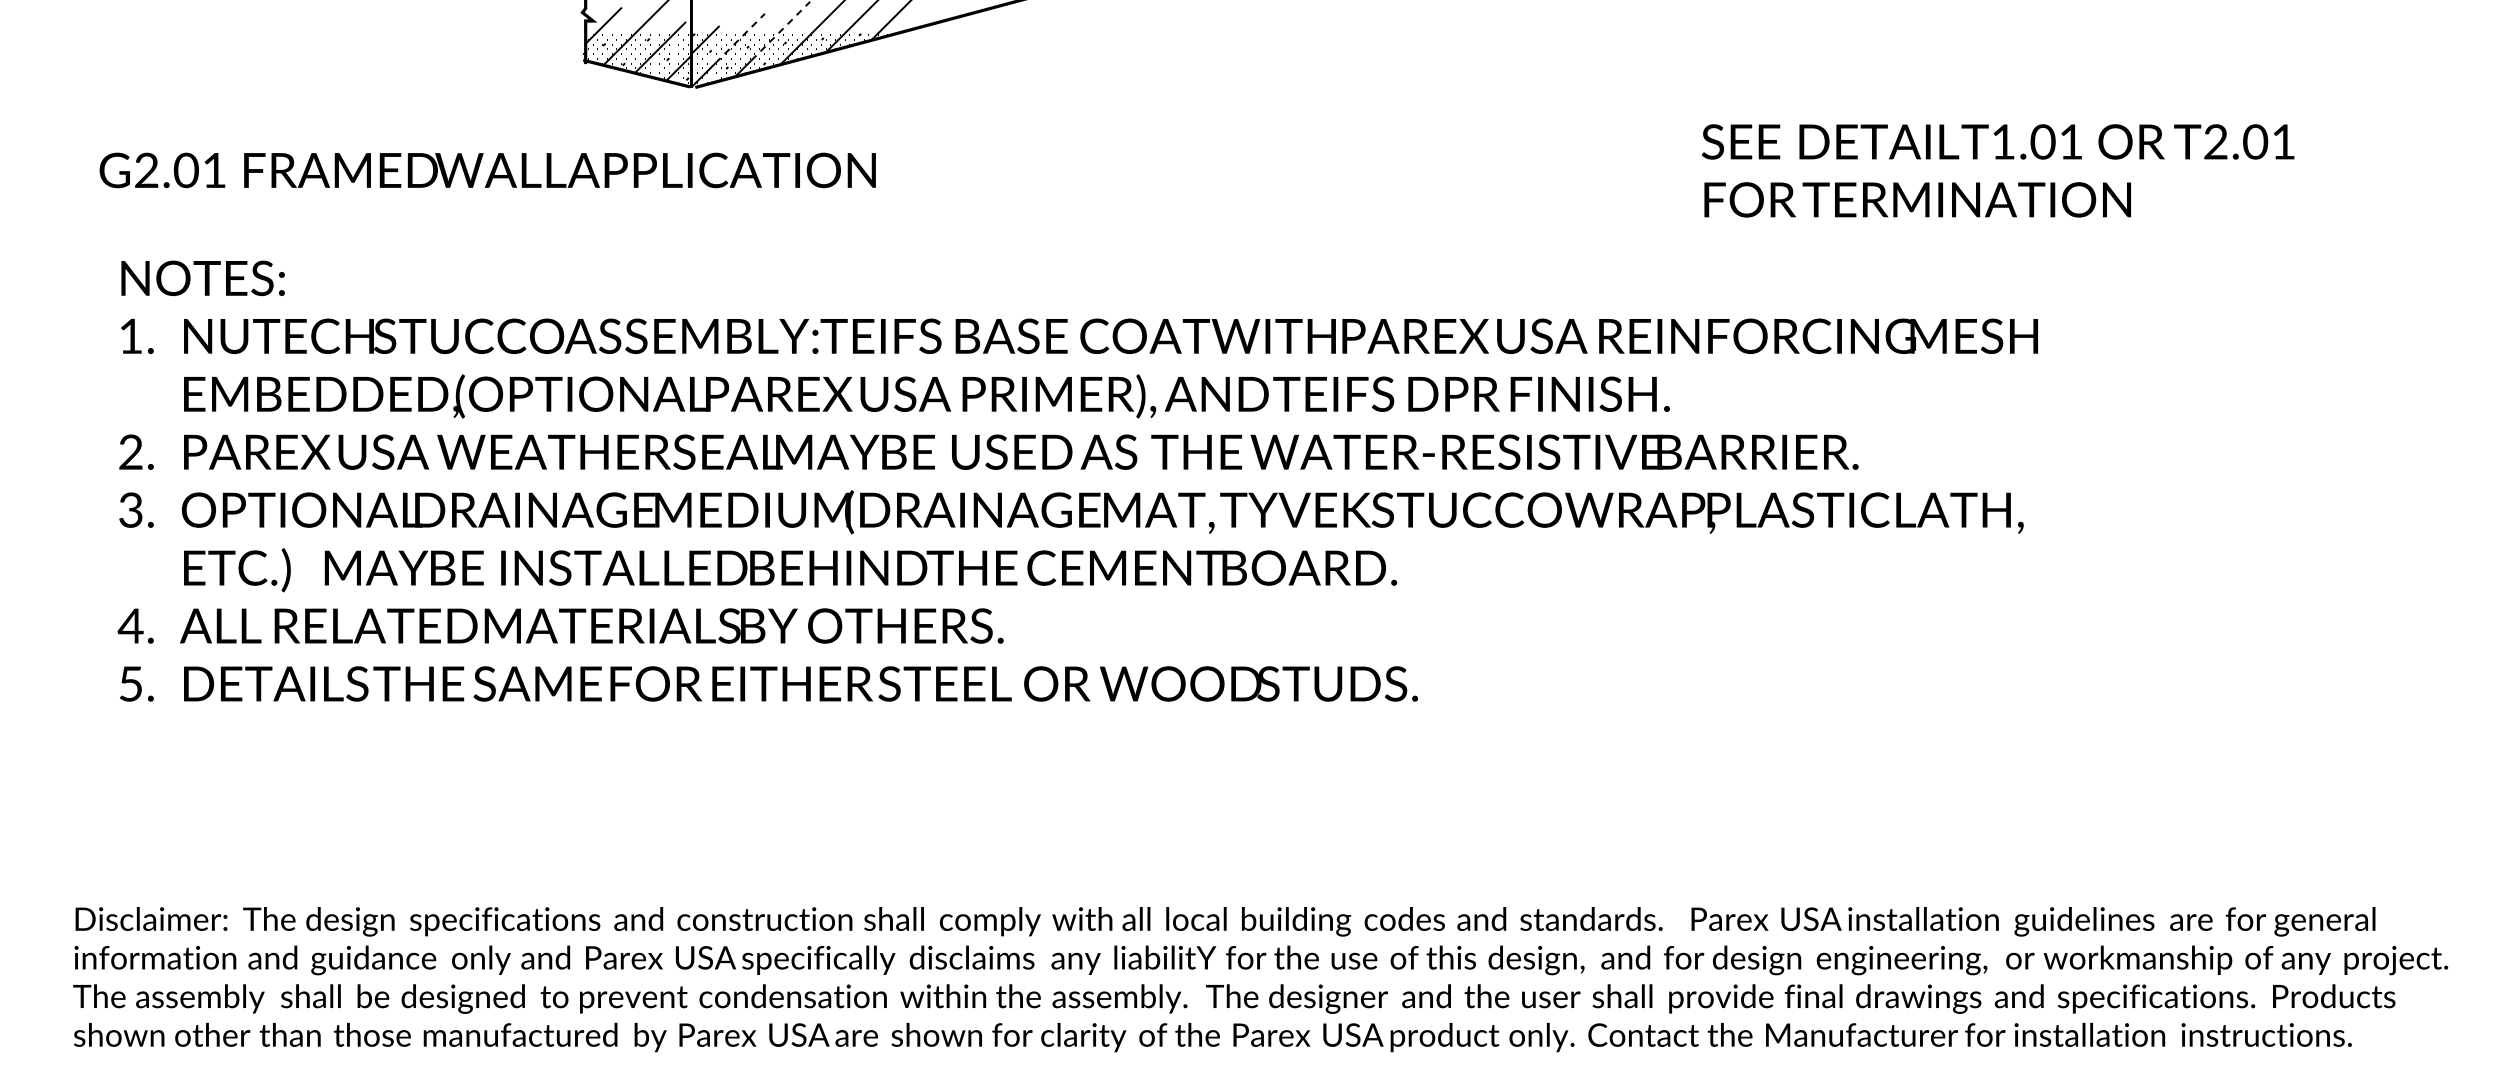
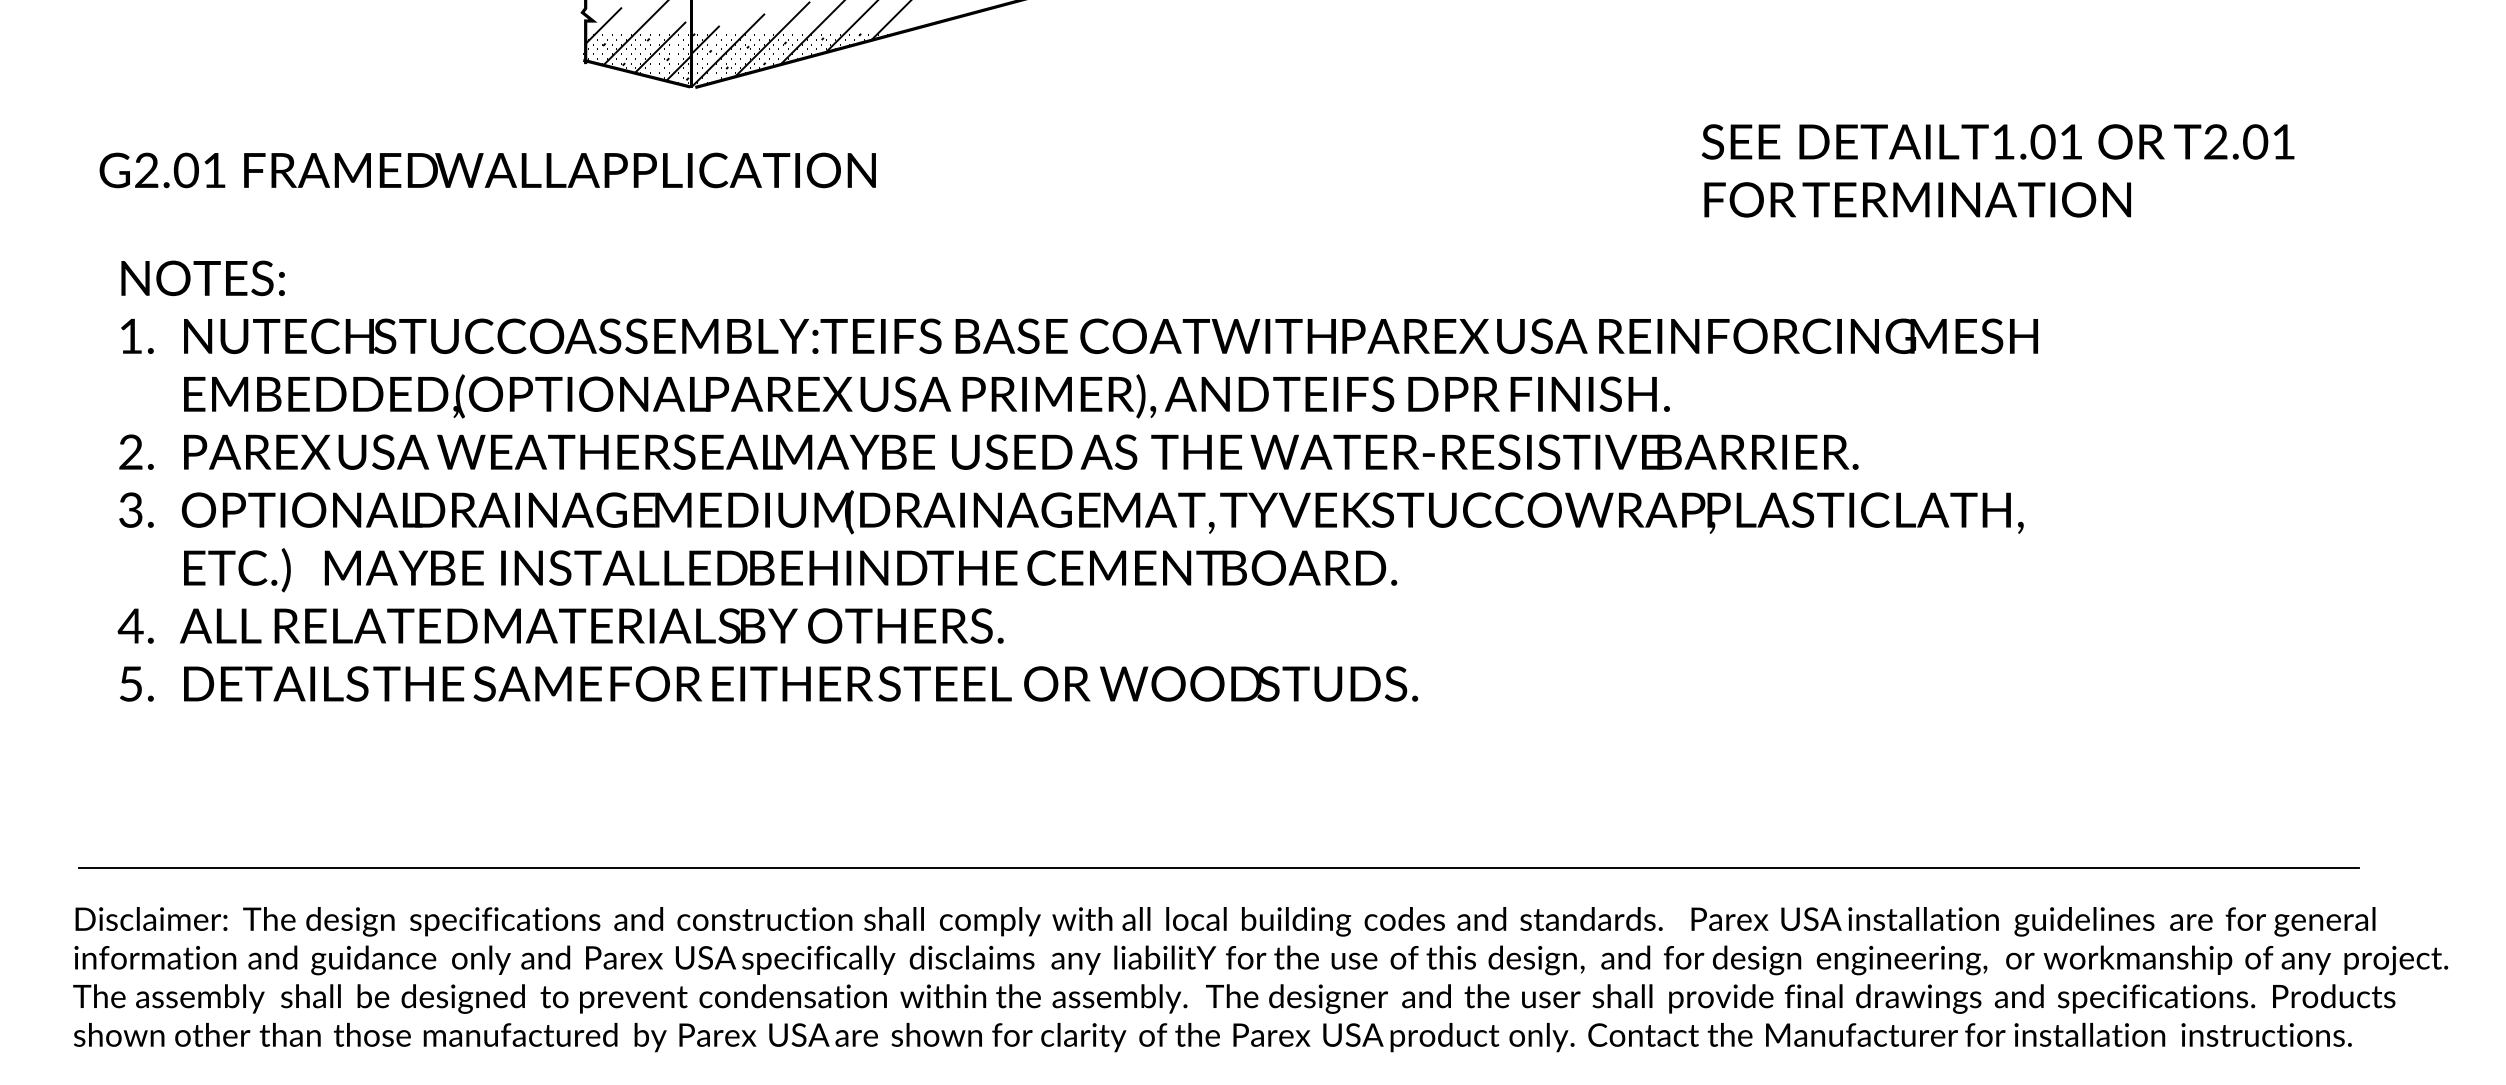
line at (781, 30): dashed -> solid
line at (740, 38): dashed -> solid
line at (1219, 868): none -> present
